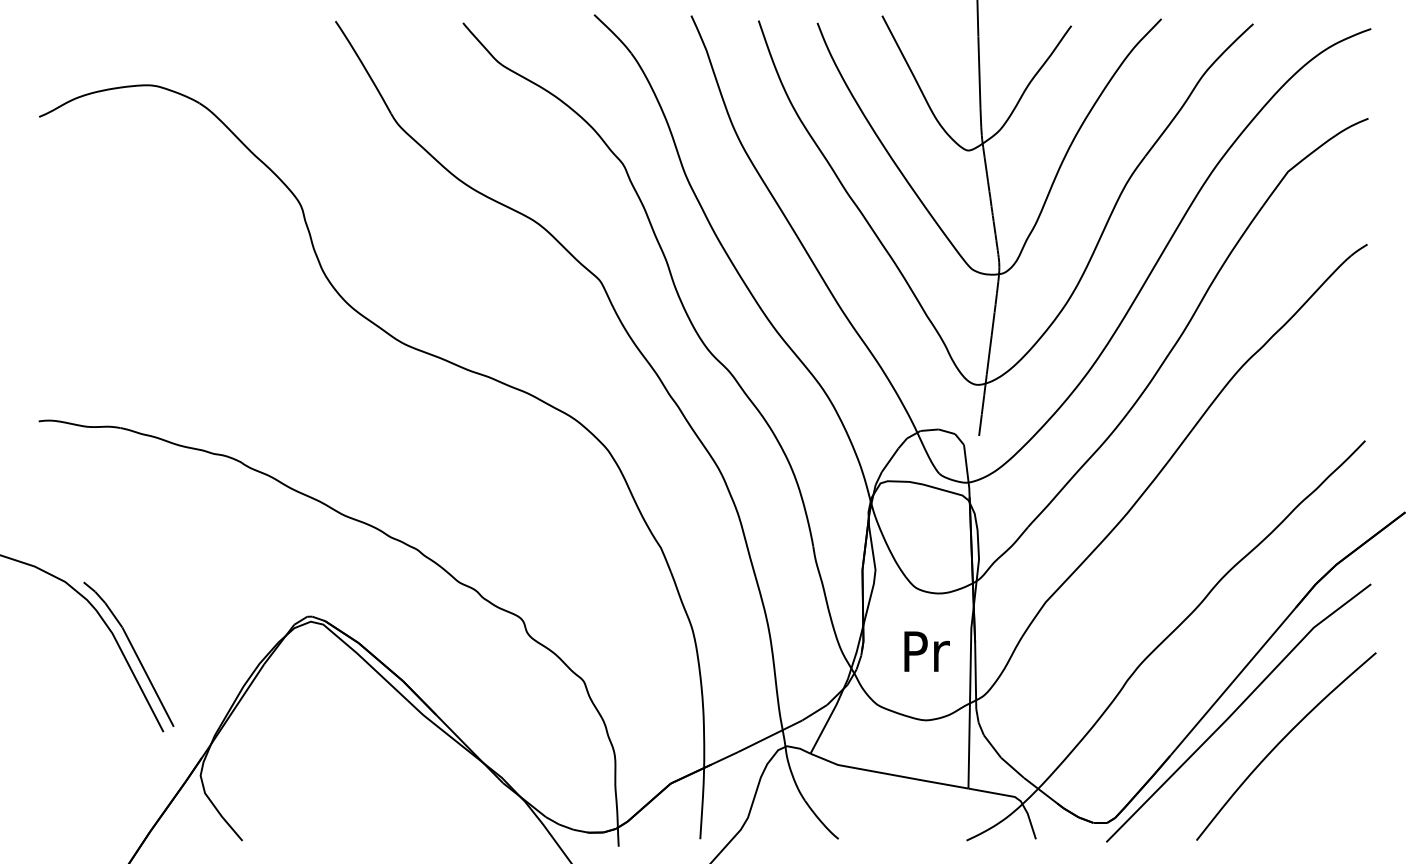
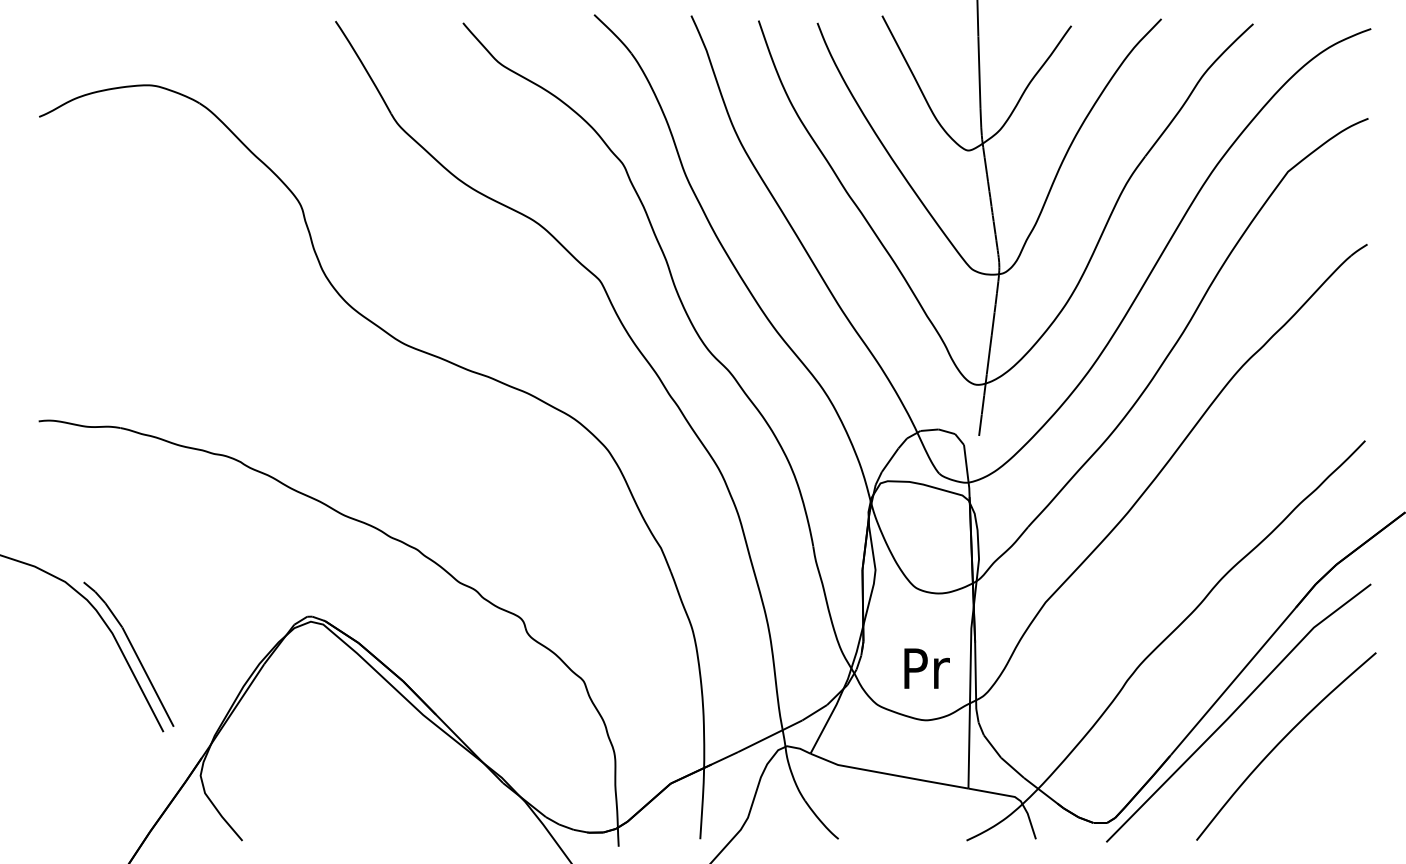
text at (926, 651) position: (926, 651) -> (926, 668)
